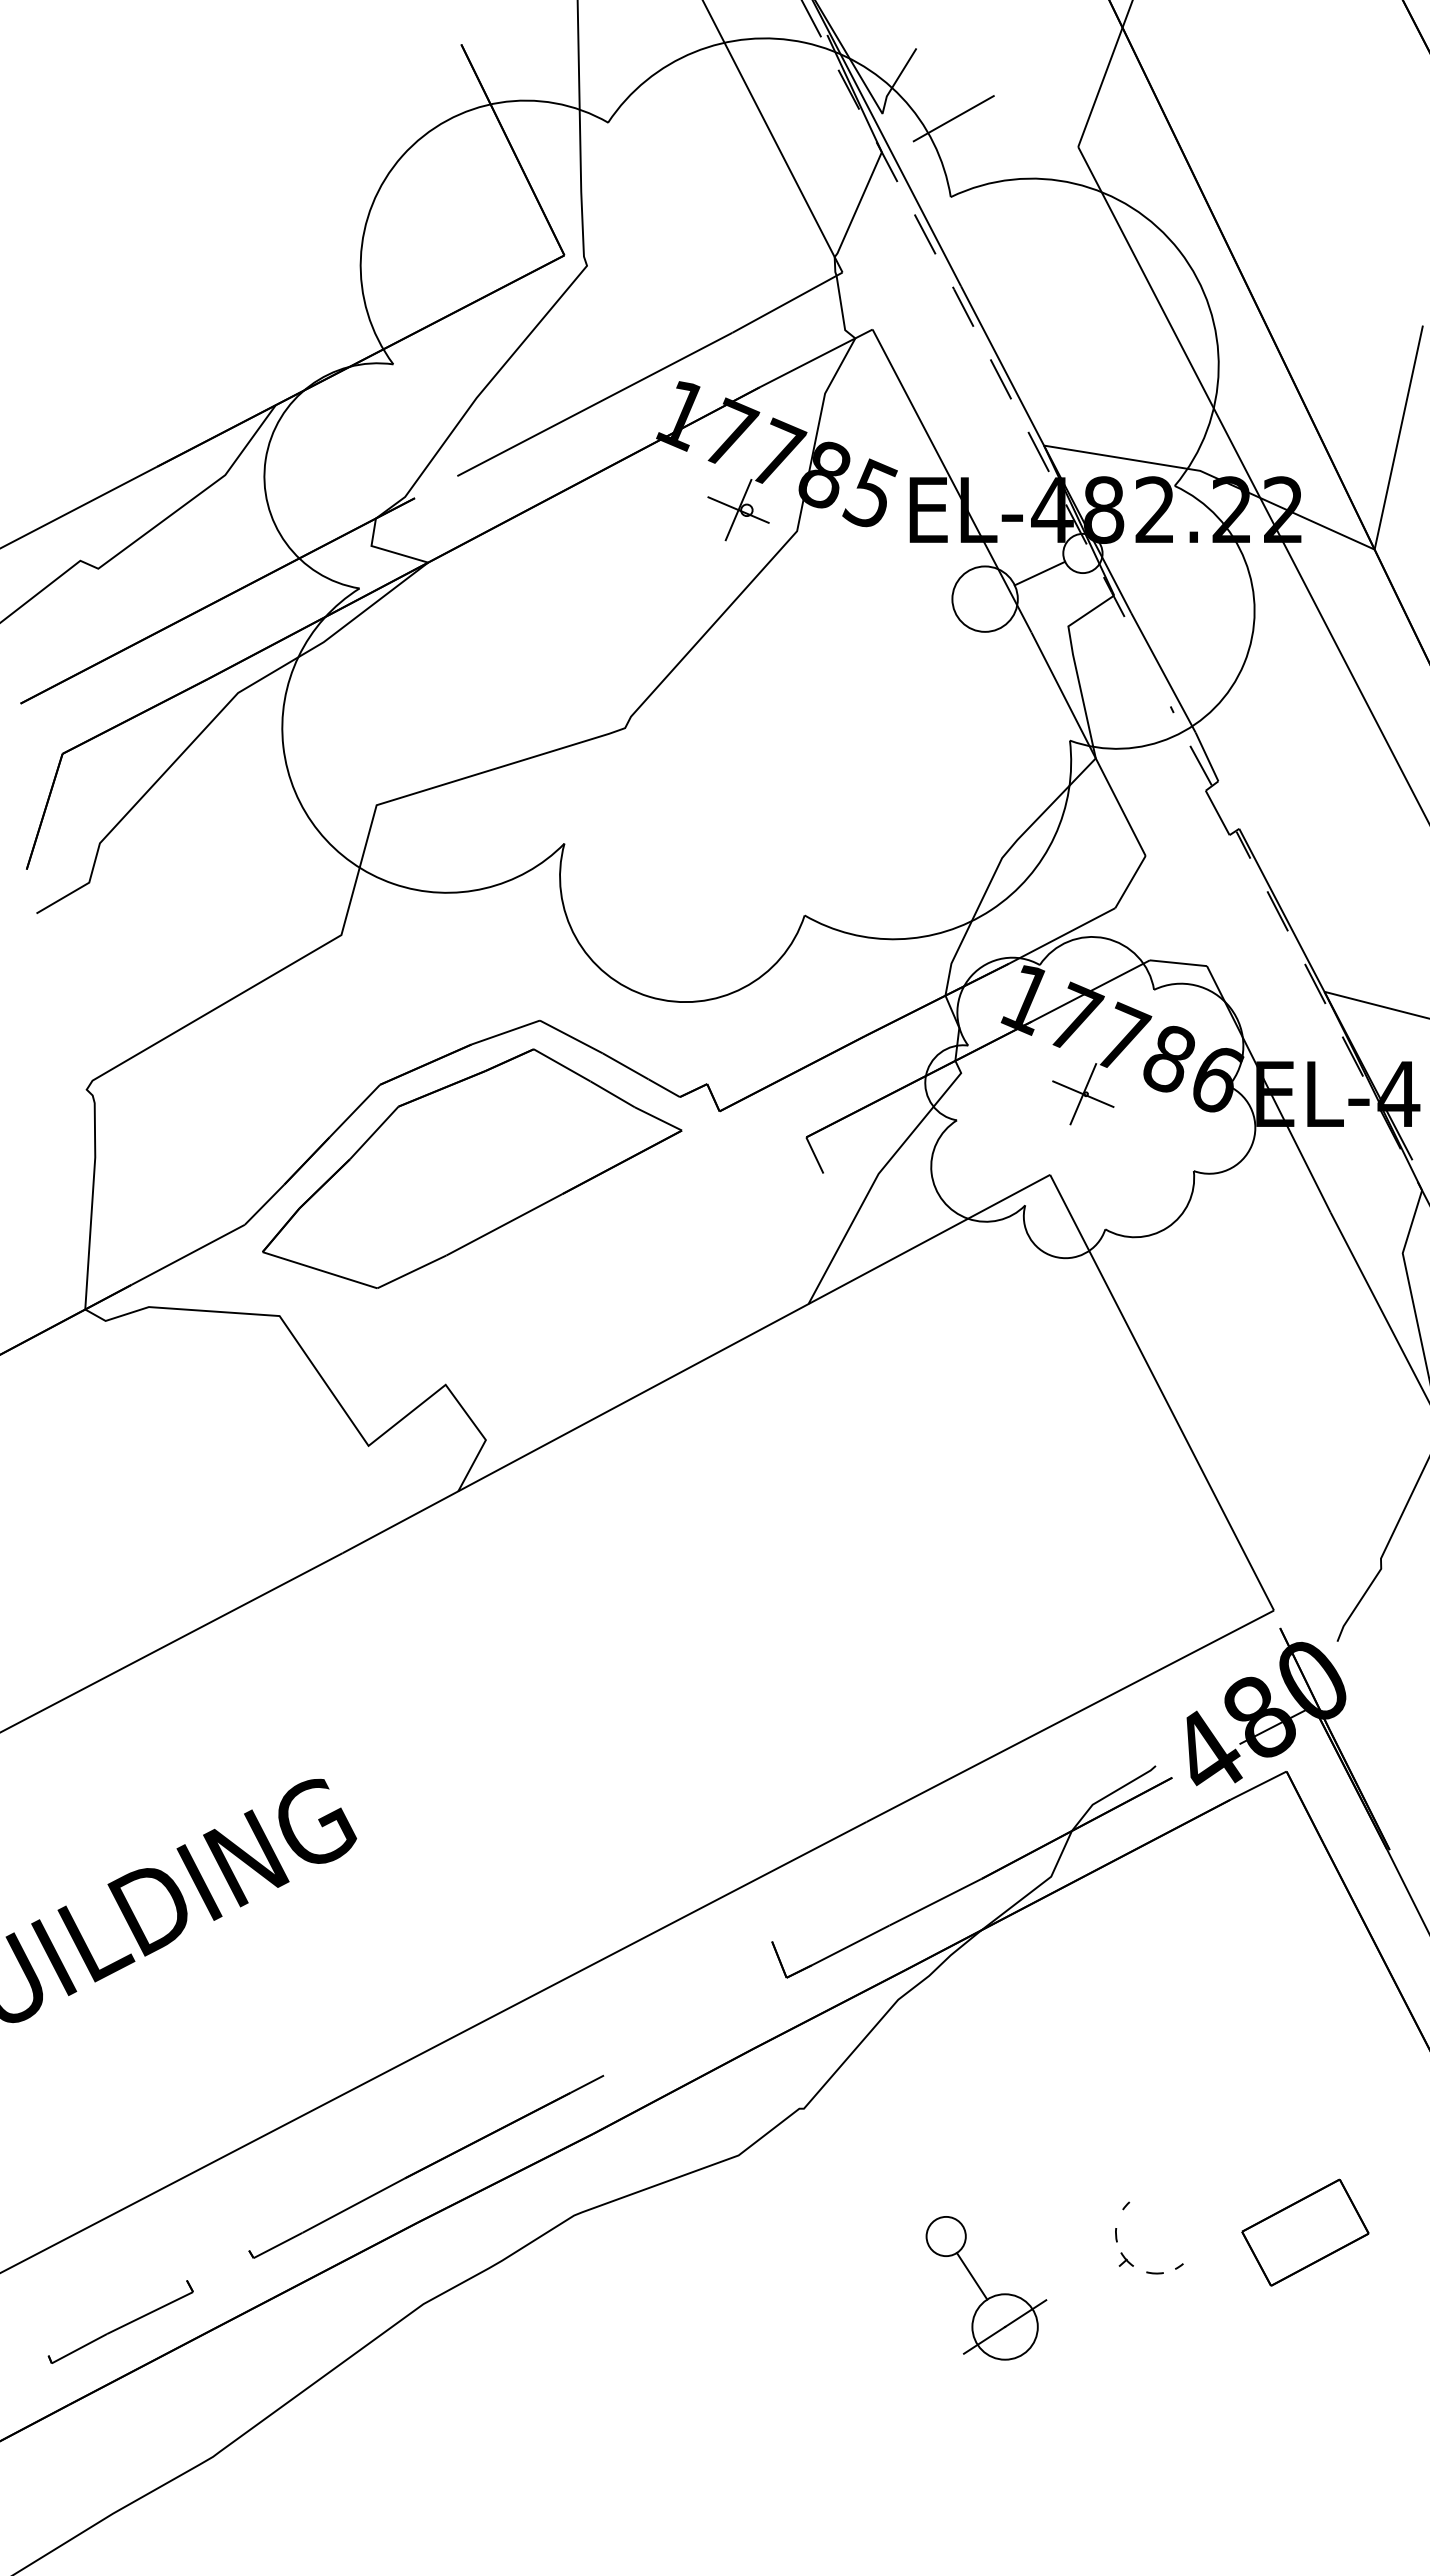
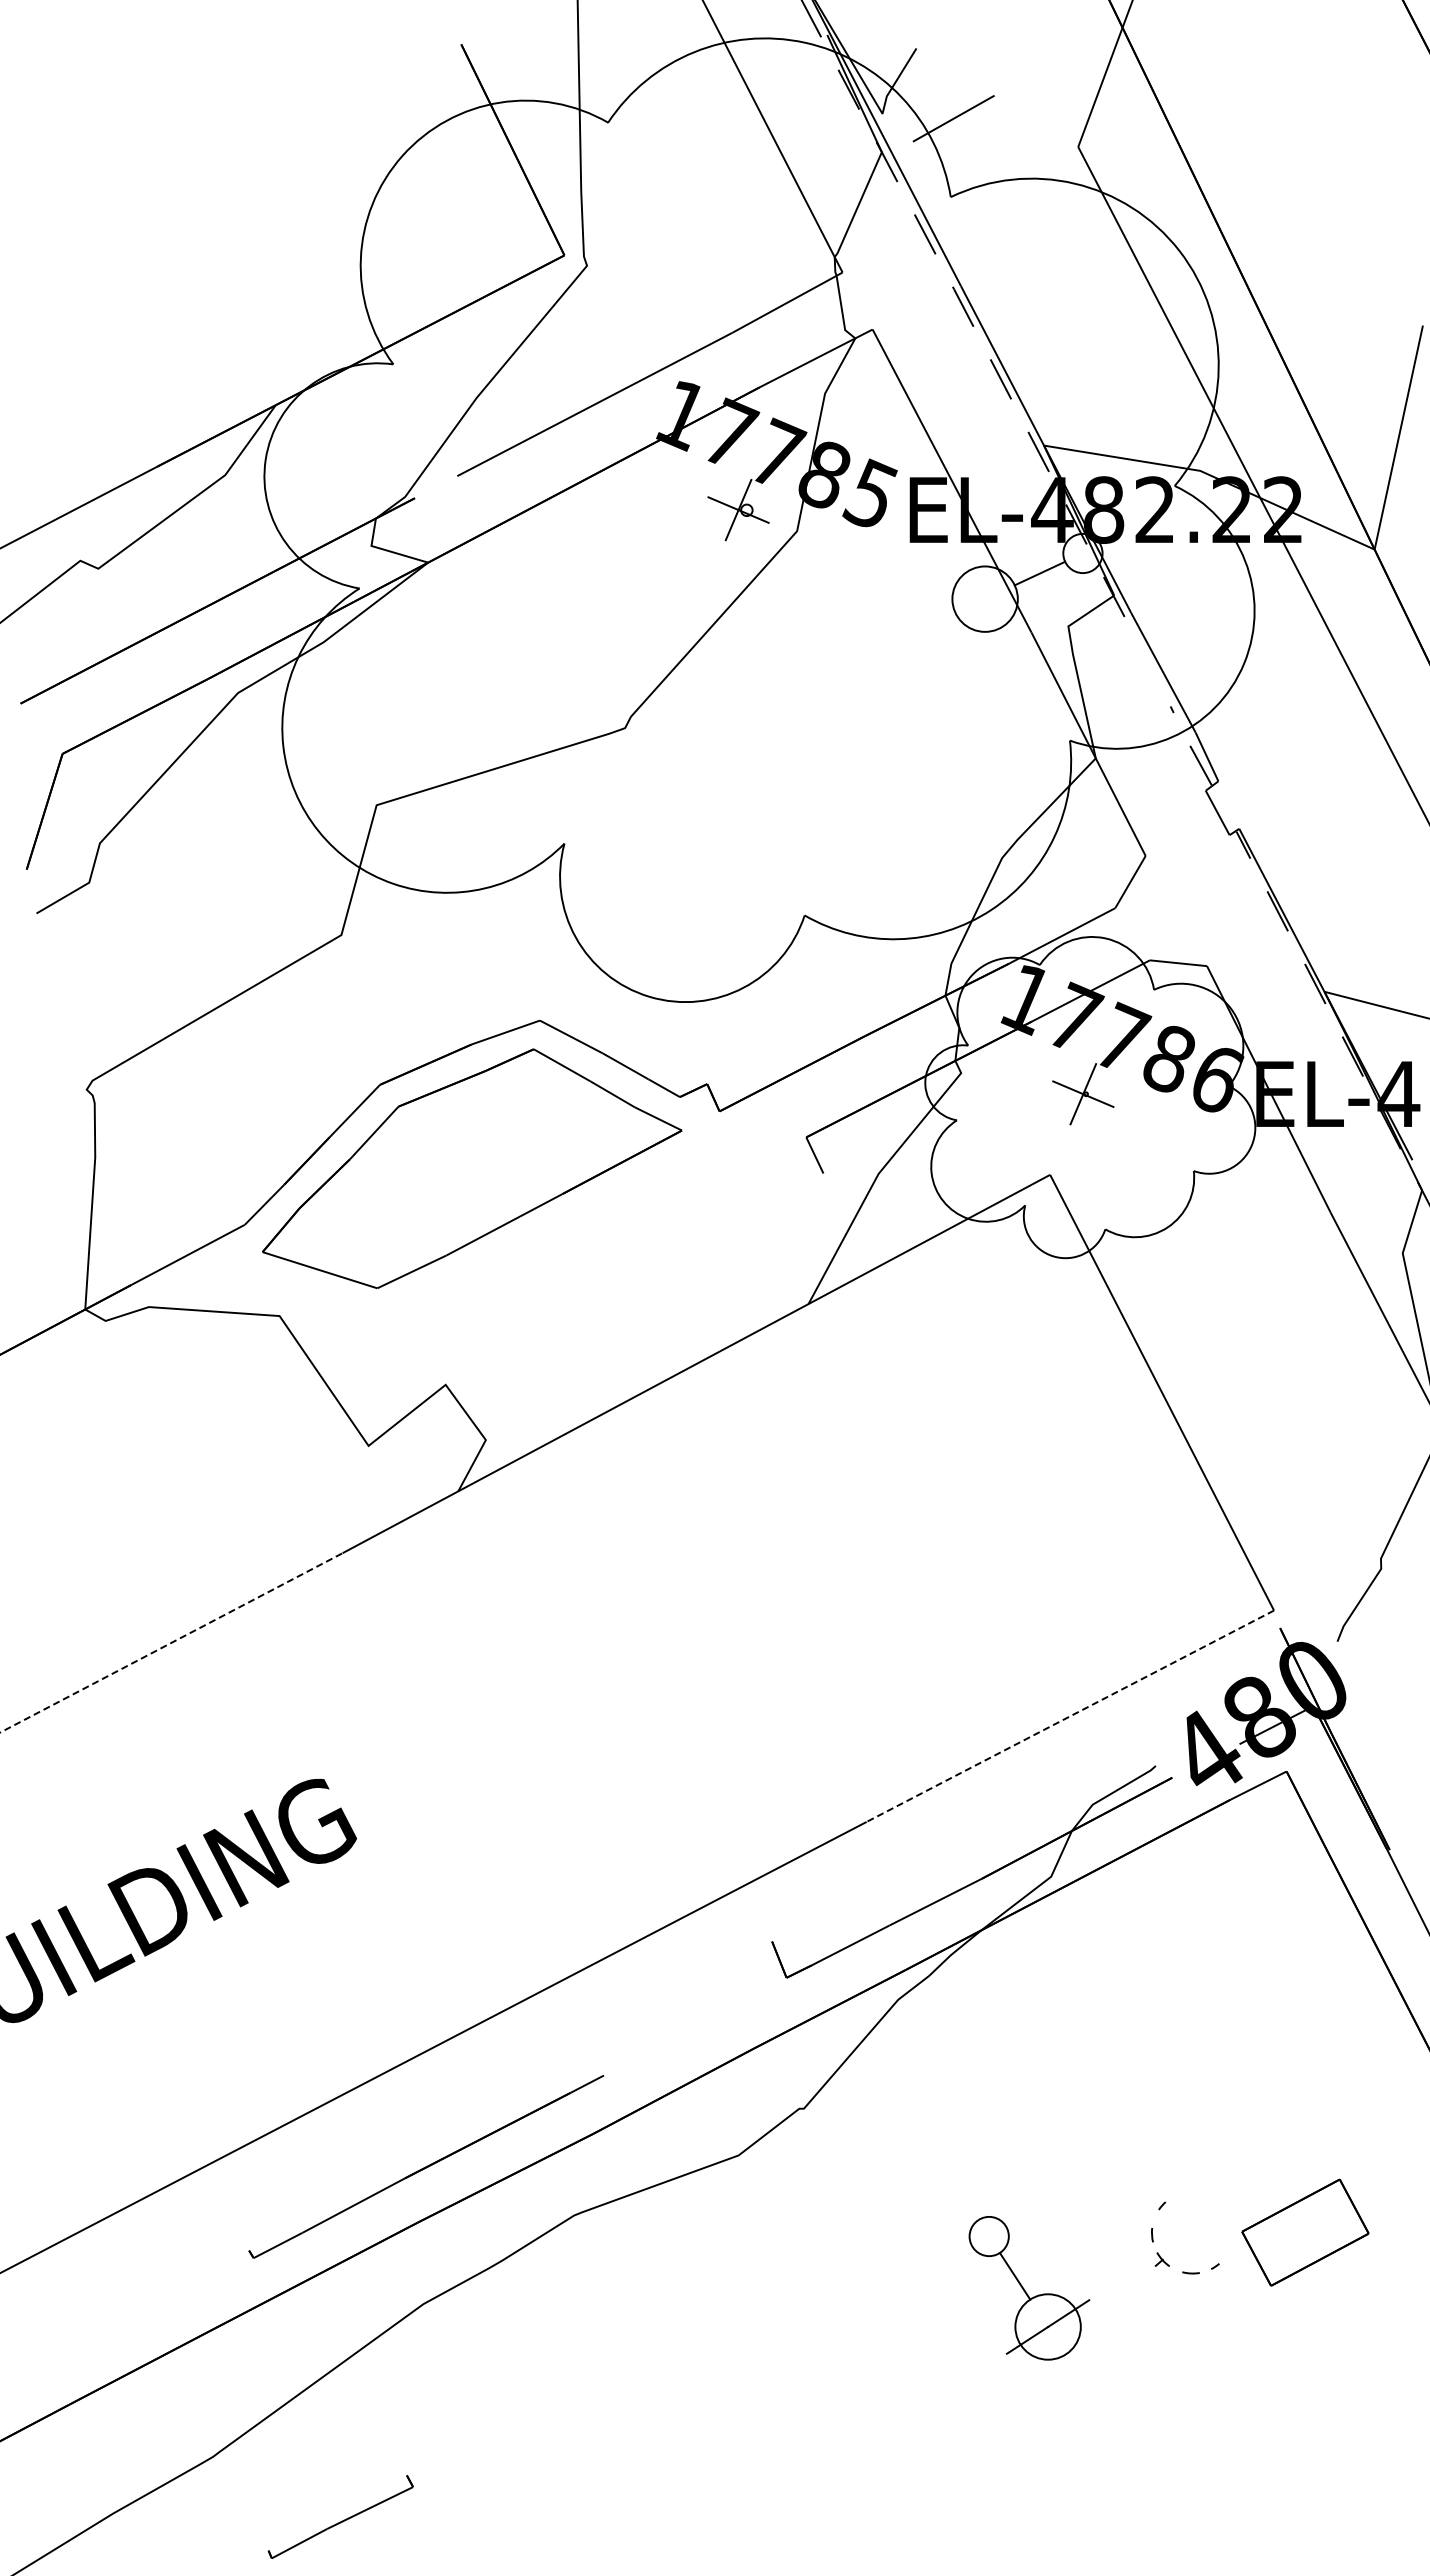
line at (171, 1642): solid -> dashed
line at (1070, 1716): solid -> dashed
part at (1124, 2255) position: (1124, 2255) -> (1160, 2255)
part at (986, 2288) position: (986, 2288) -> (1029, 2288)
part at (120, 2321) position: (120, 2321) -> (340, 2516)
